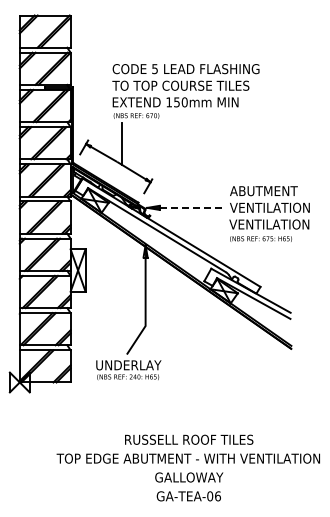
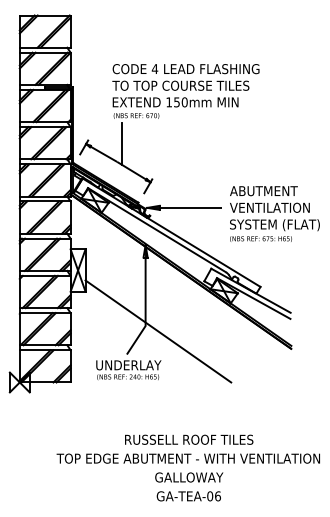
text at (154, 69): 5 -> 4
line at (191, 207): dashed -> solid
text at (274, 225): VENTILATION -> SYSTEM (FLAT)
line at (158, 331): none -> present
